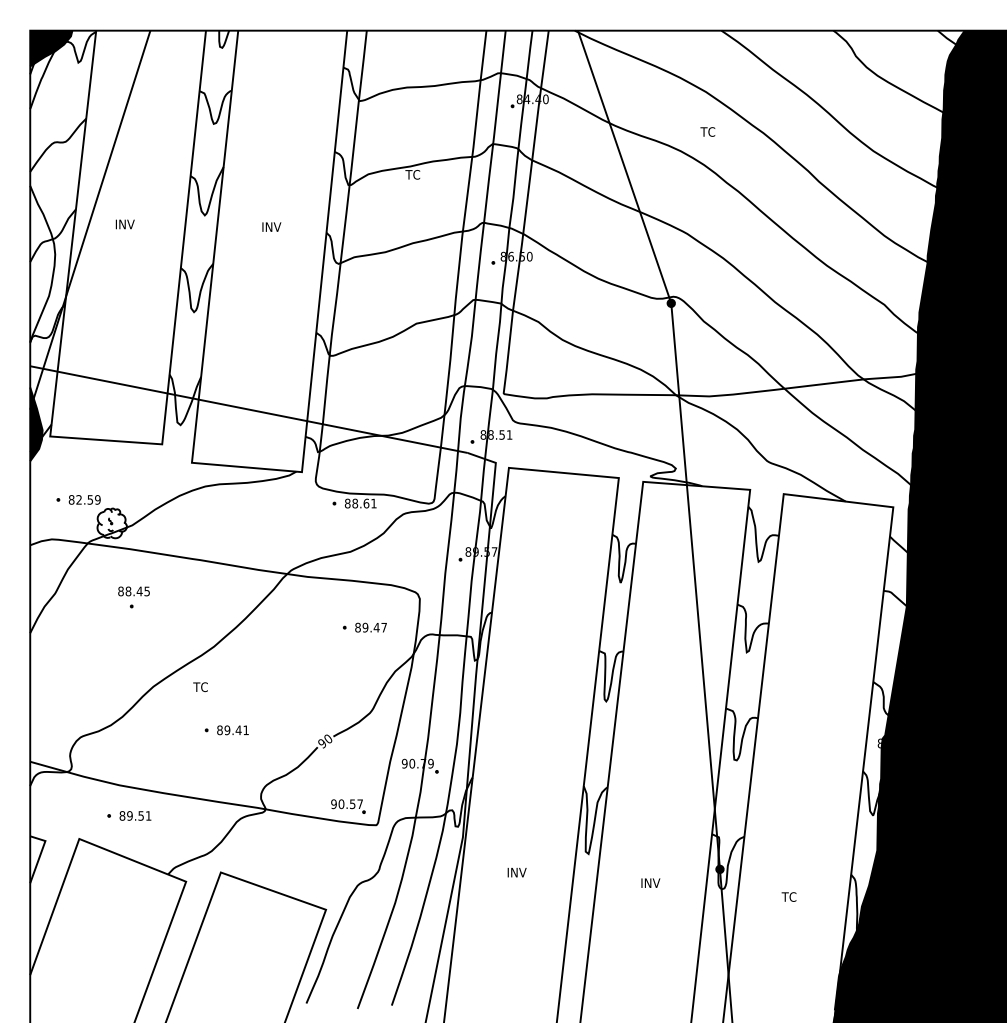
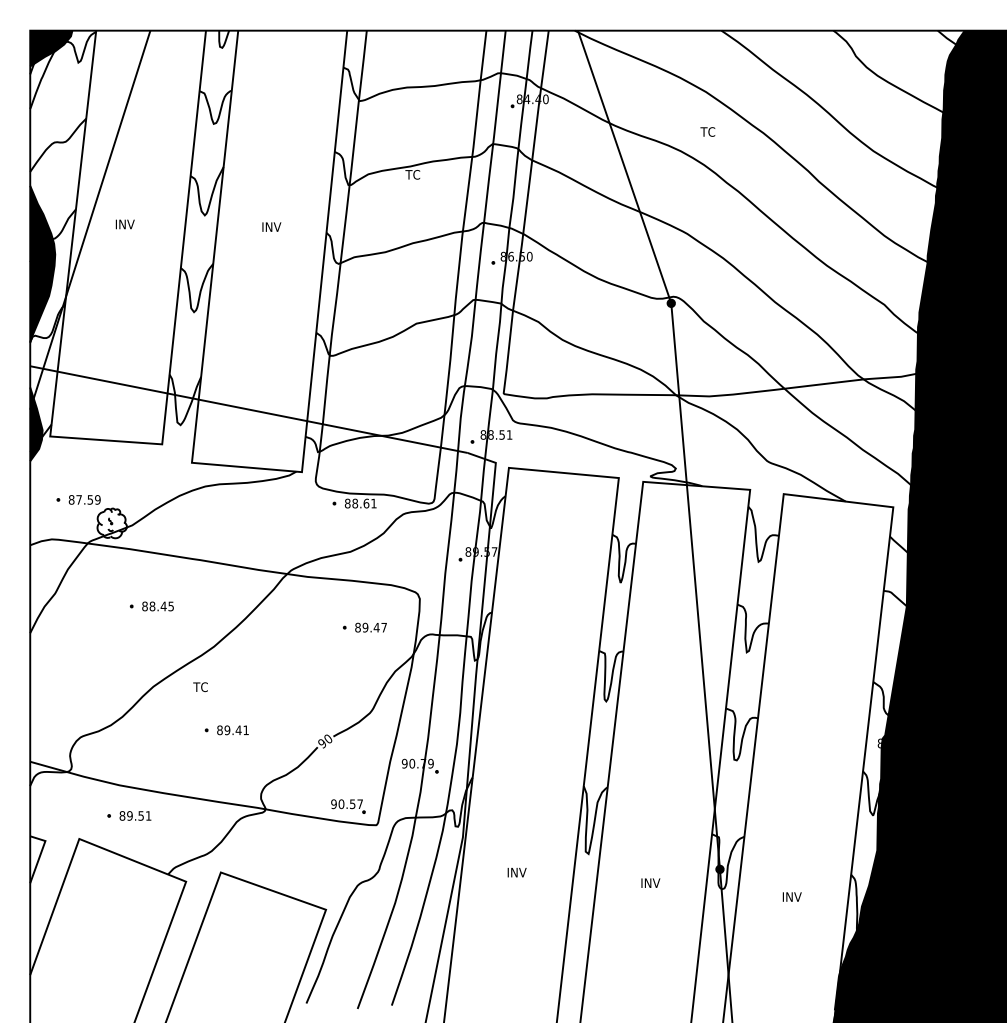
fill at (42, 263): none -> present
text at (78, 499): 82.59 -> 87.59
text at (133, 591) position: (133, 591) -> (157, 606)
text at (791, 896): TC -> INV
